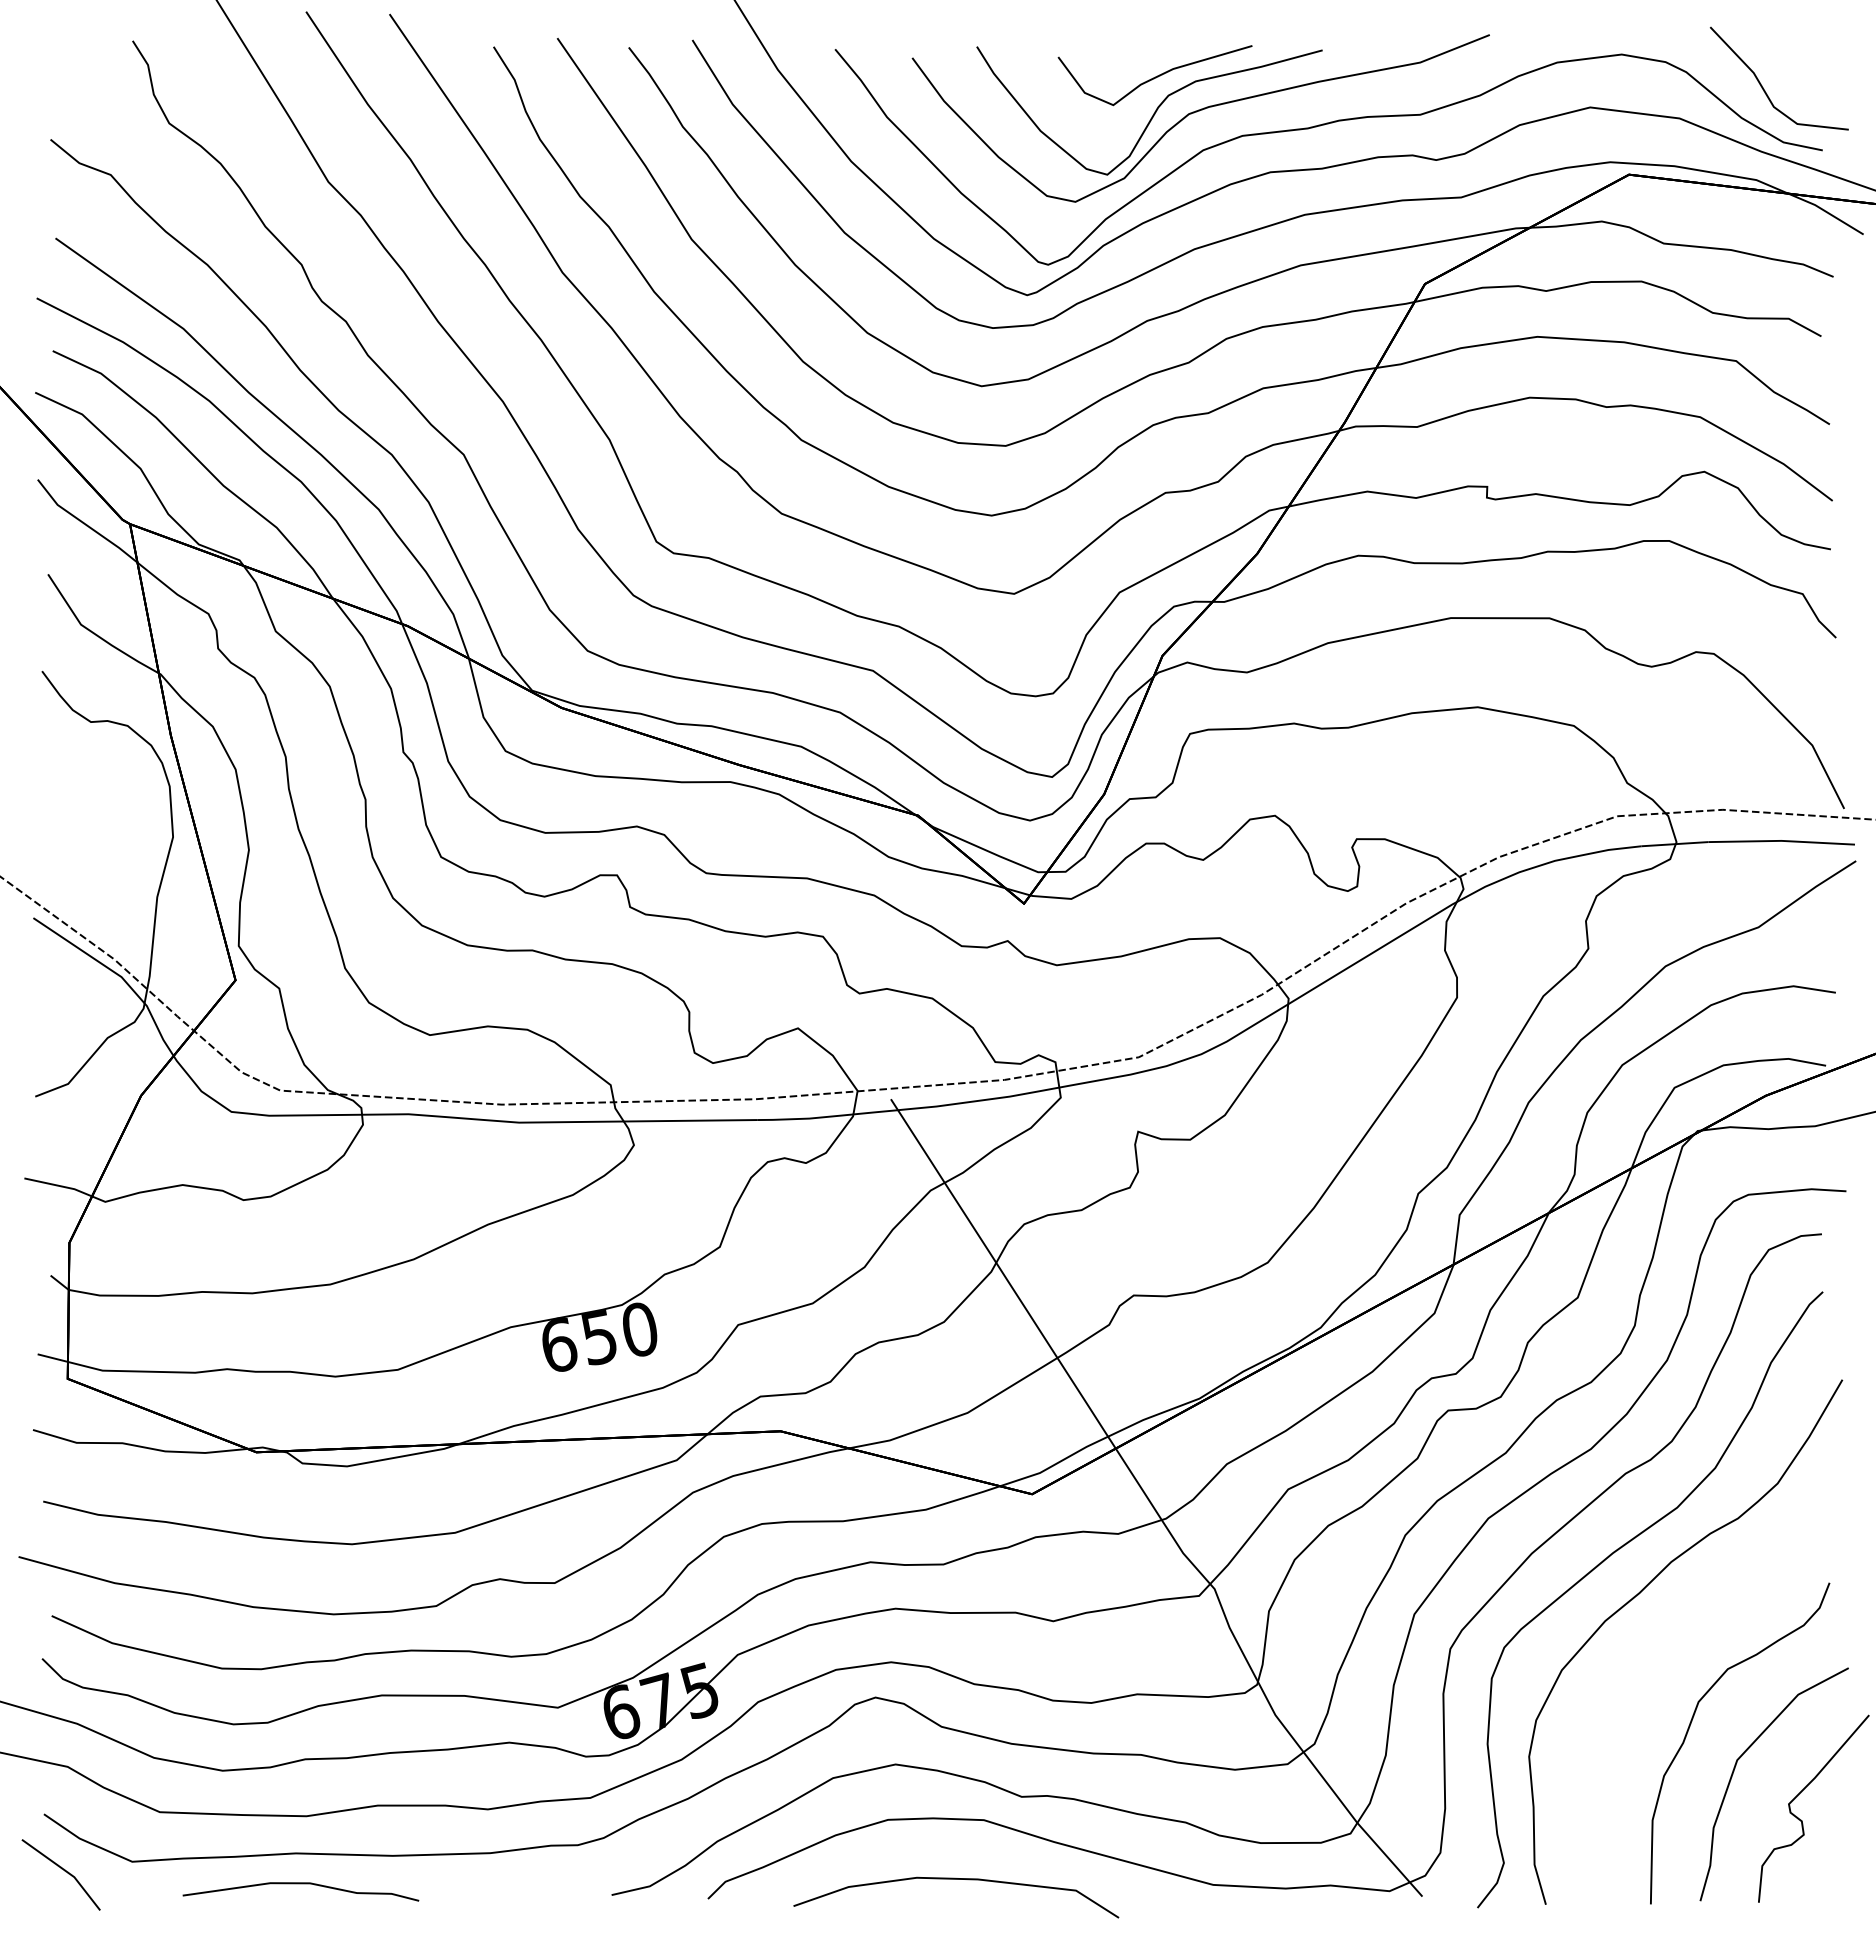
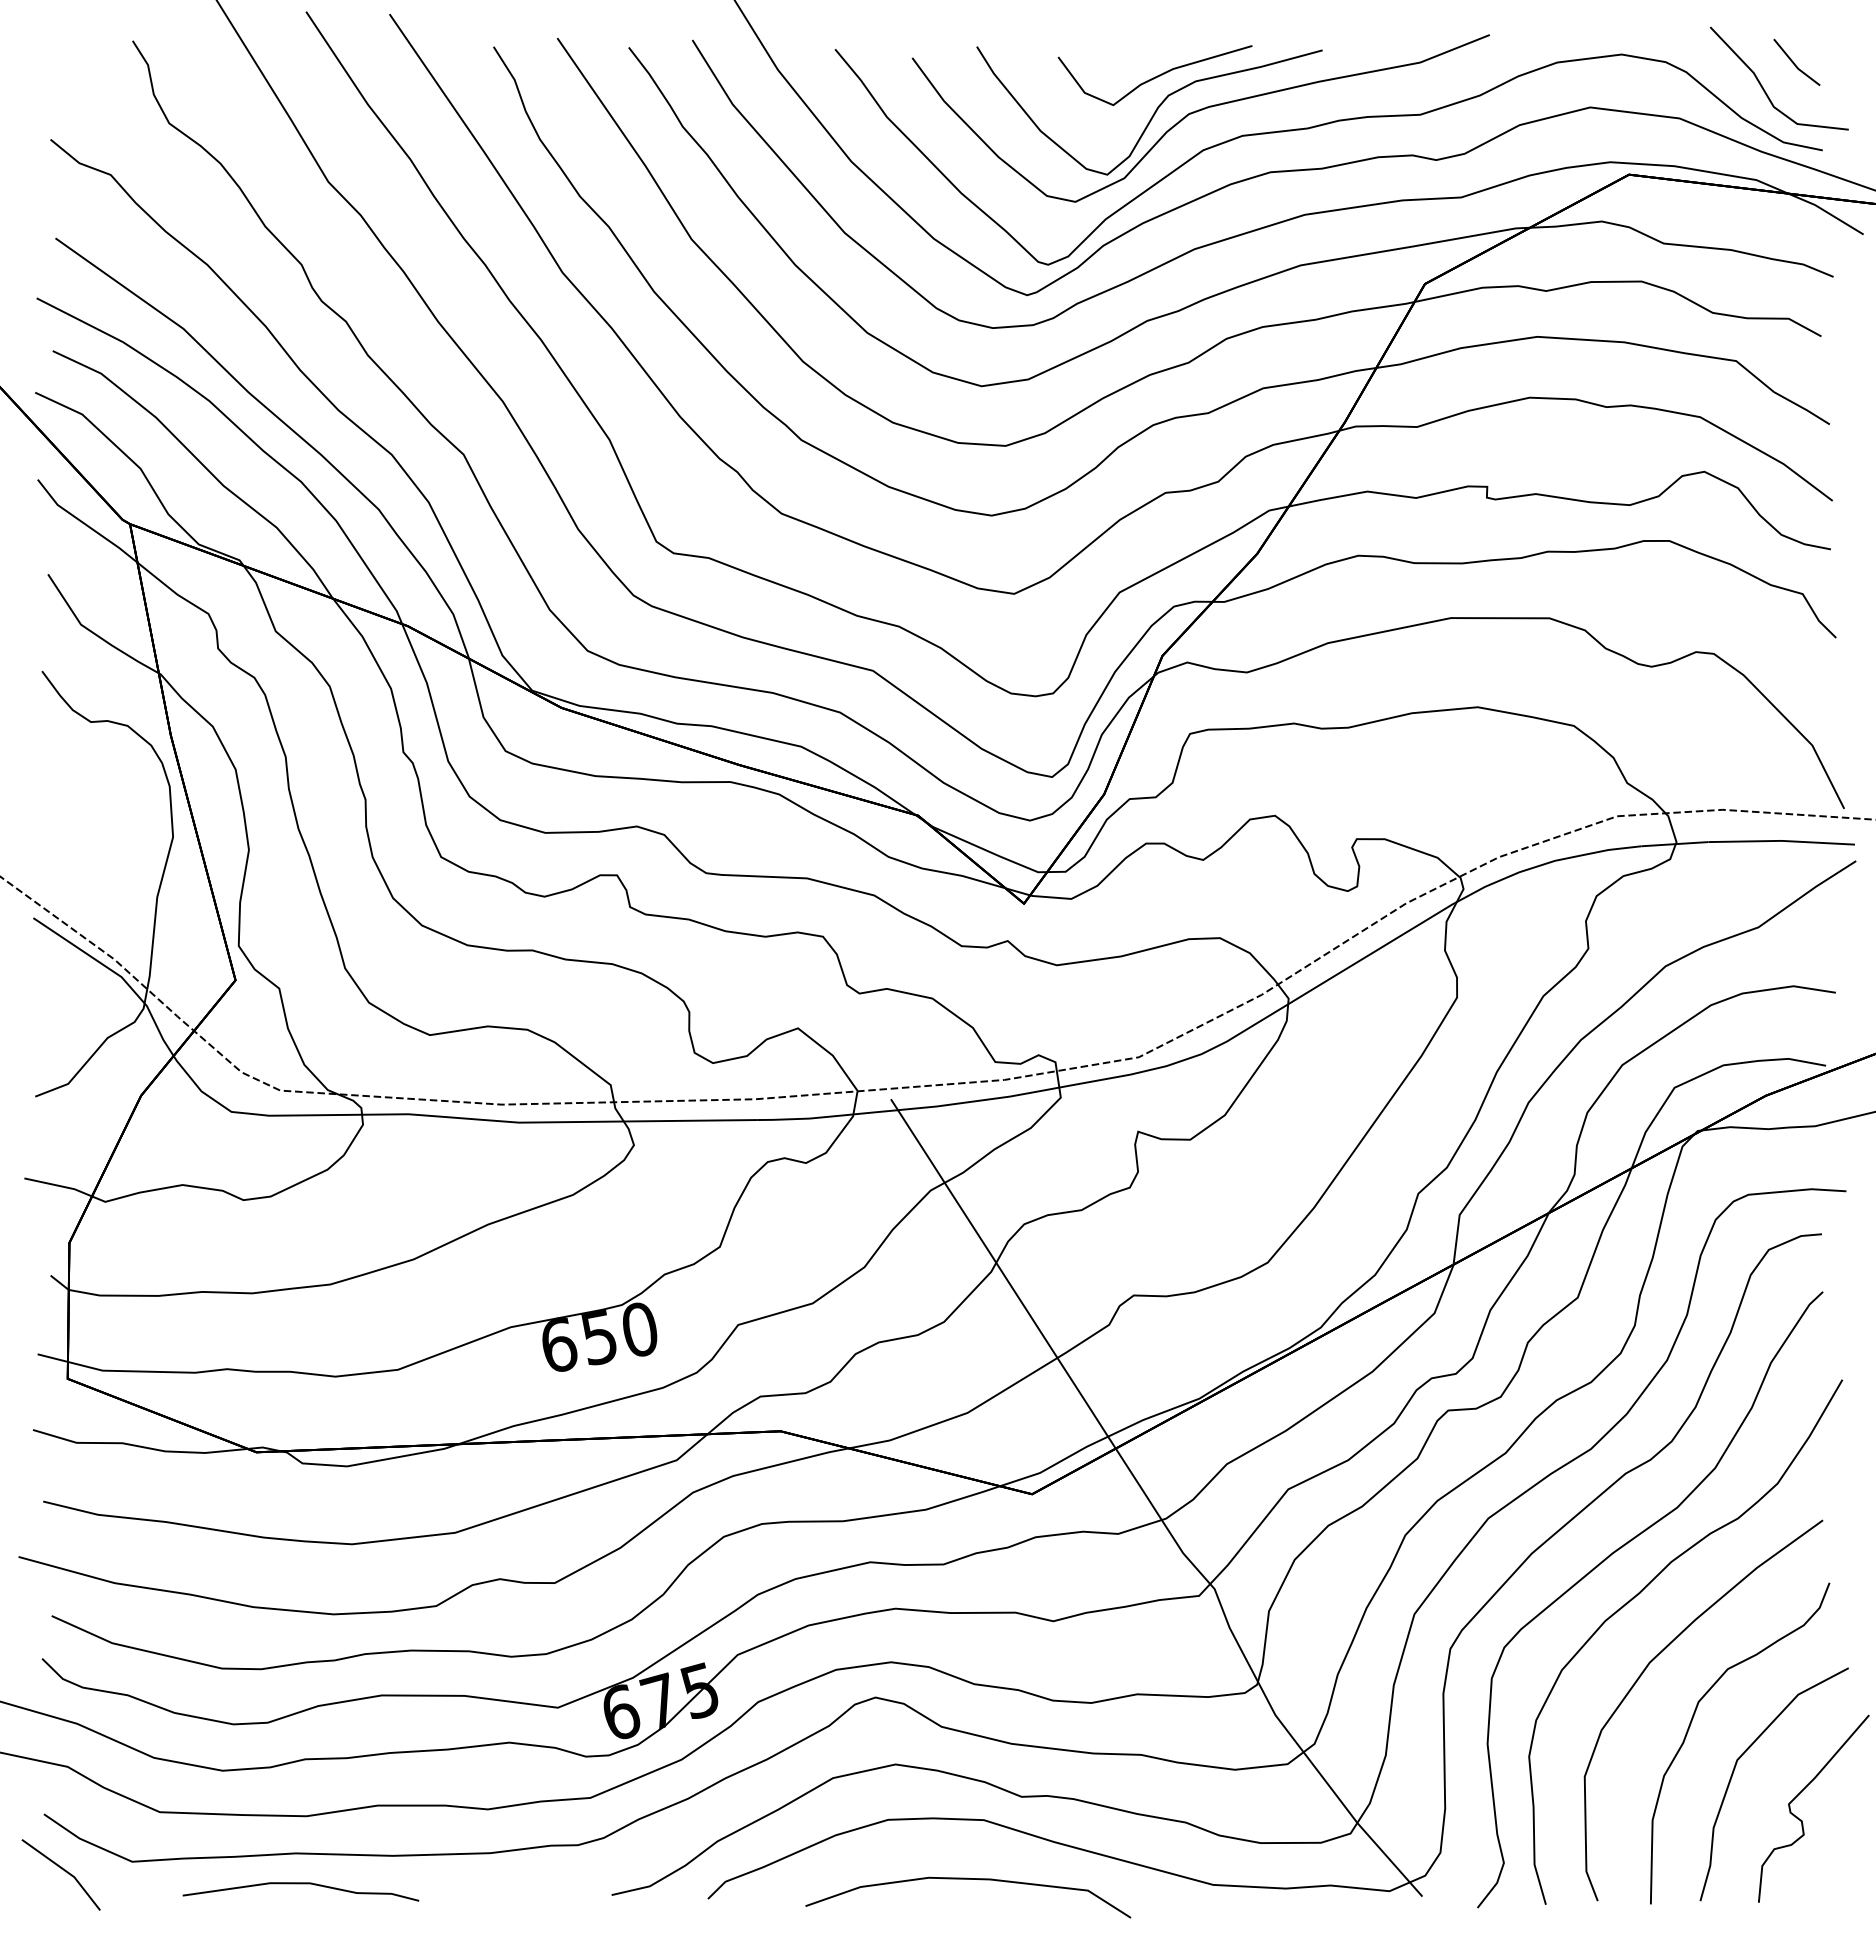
line at (1794, 62): none -> present
curve at (1648, 1666): none -> present
curve at (956, 1879) position: (956, 1879) -> (968, 1879)
